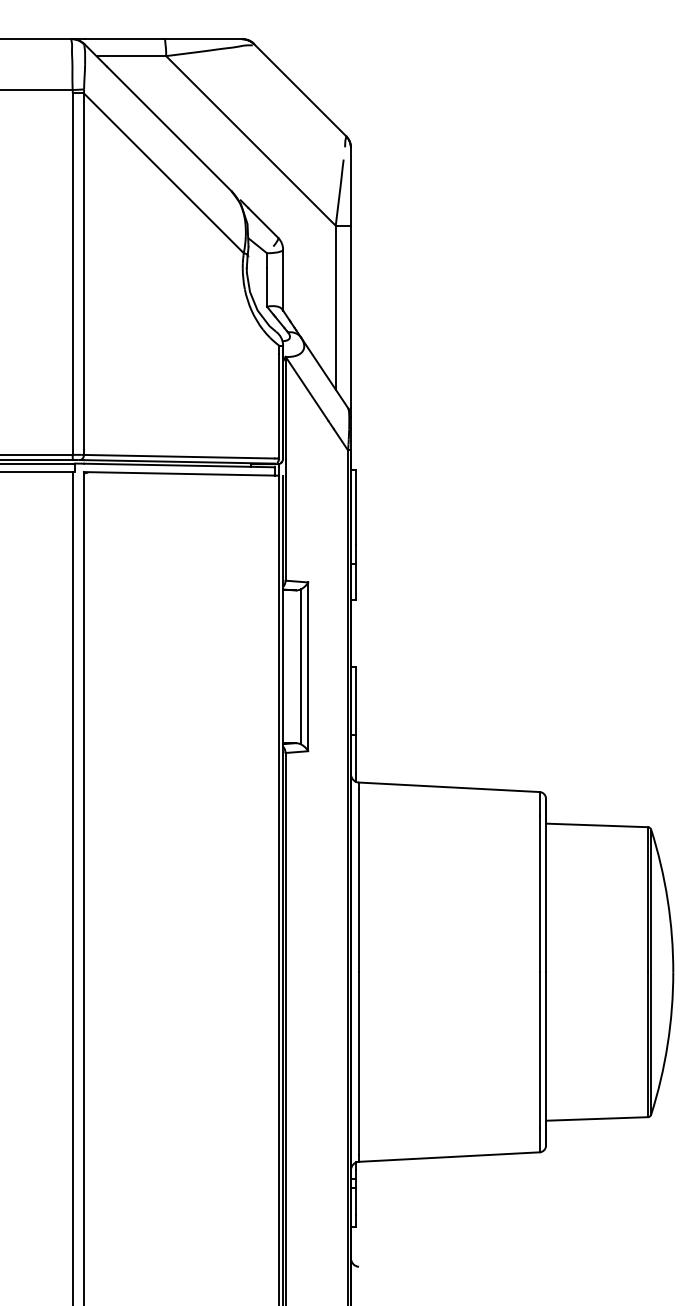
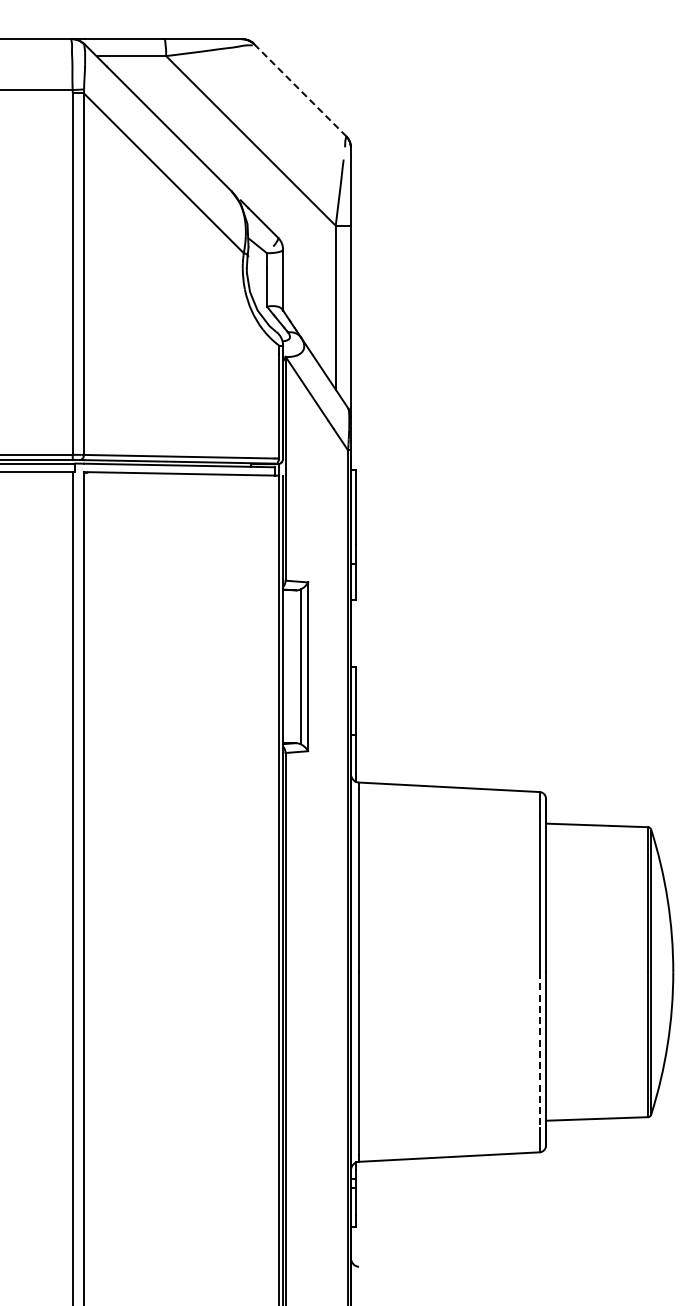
line at (300, 90): solid -> dashed
line at (539, 1050): solid -> dashed
